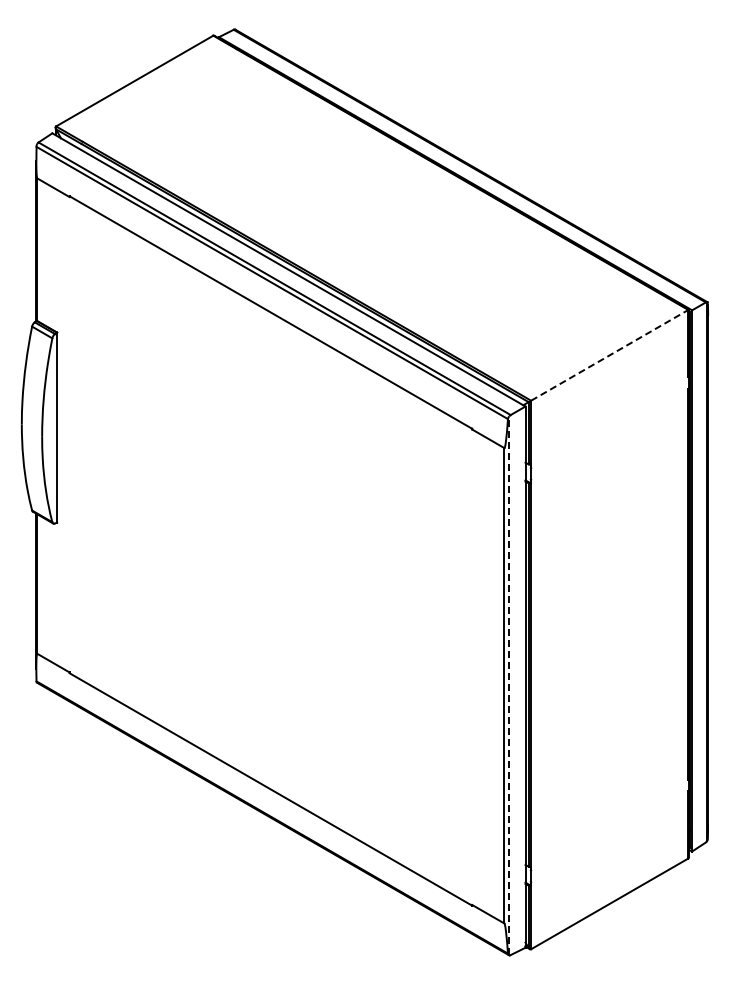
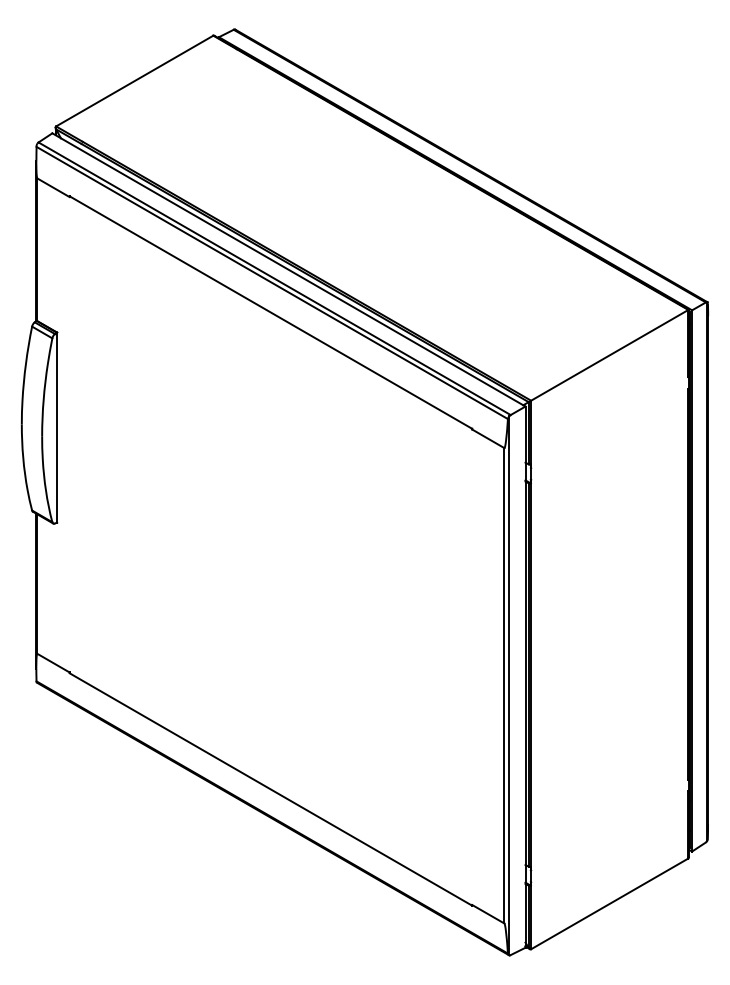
line at (609, 355): dashed -> solid
line at (509, 685): dashed -> solid
